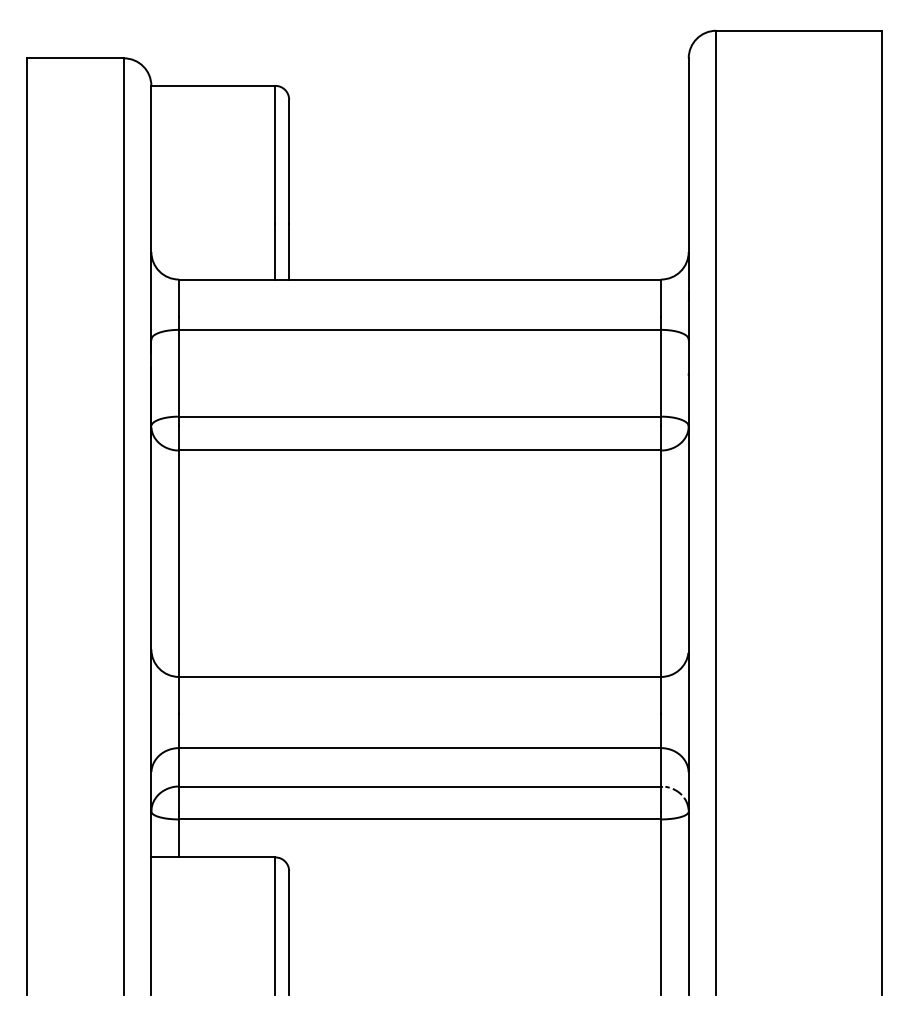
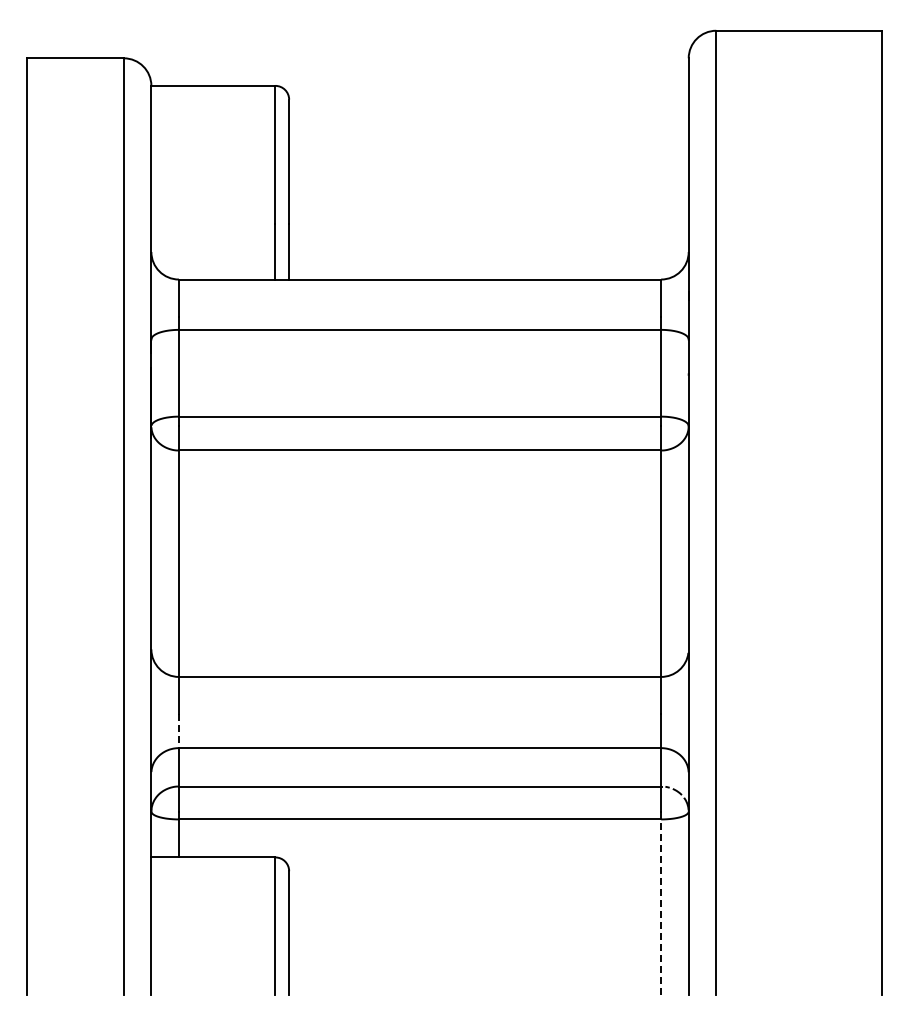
line at (178, 731): solid -> dashed
line at (661, 907): solid -> dashed
